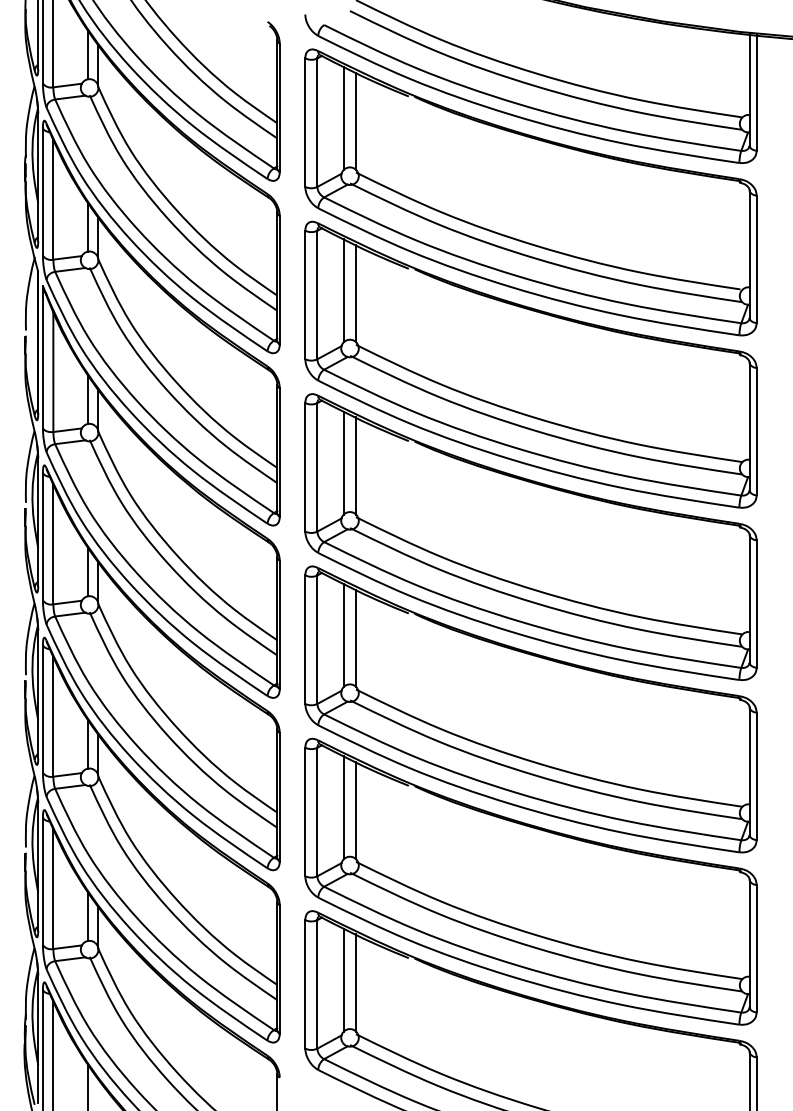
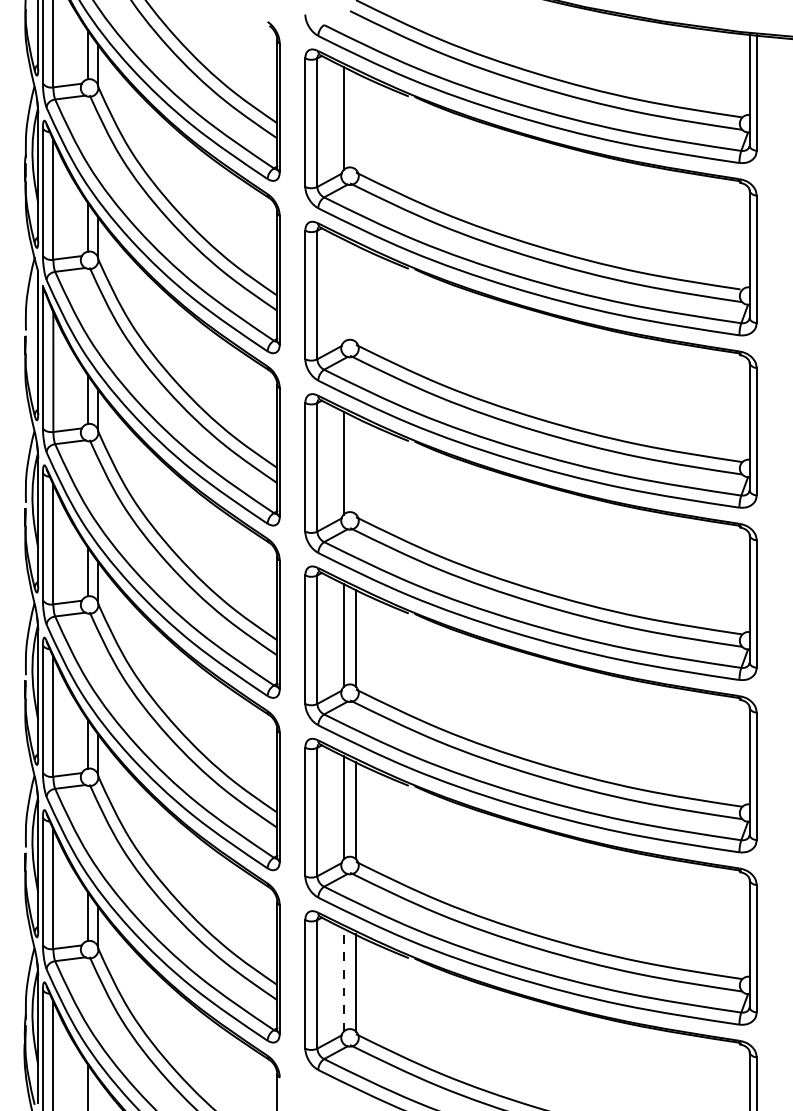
line at (355, 120): present -> none
line at (344, 290): present -> none
line at (355, 293): present -> none
line at (355, 465): present -> none
line at (344, 979): solid -> dashed
